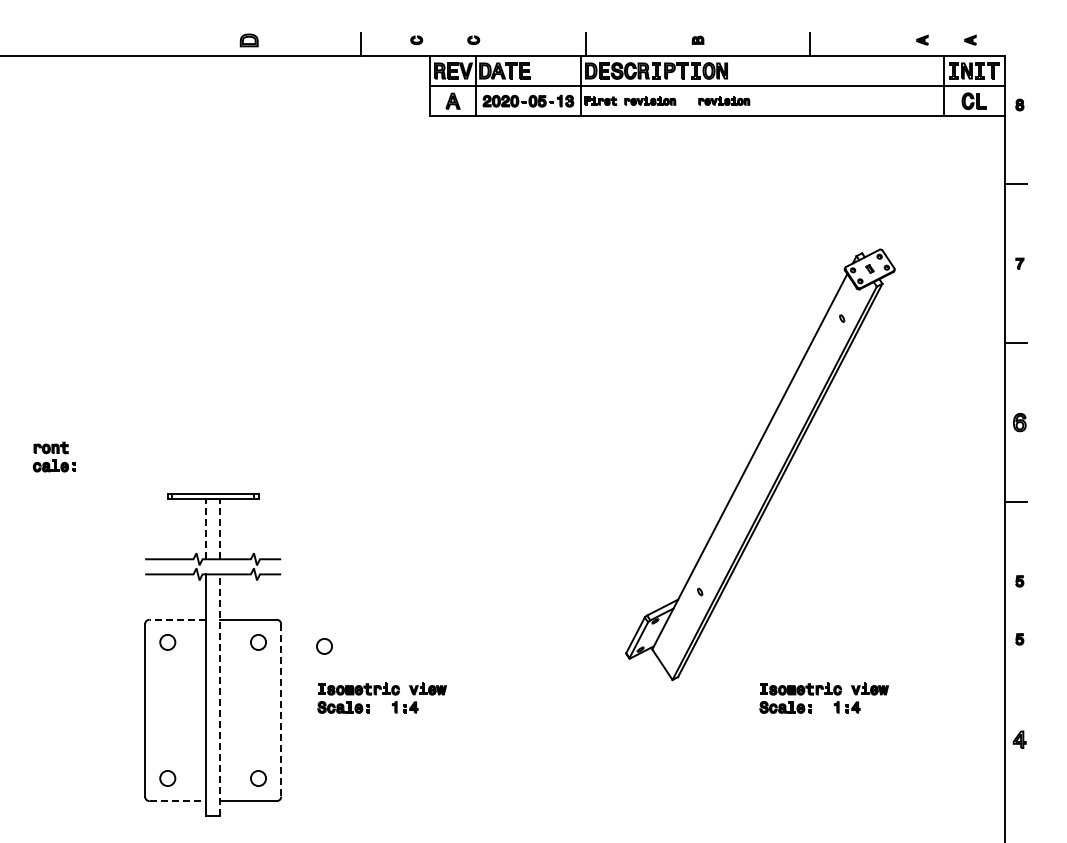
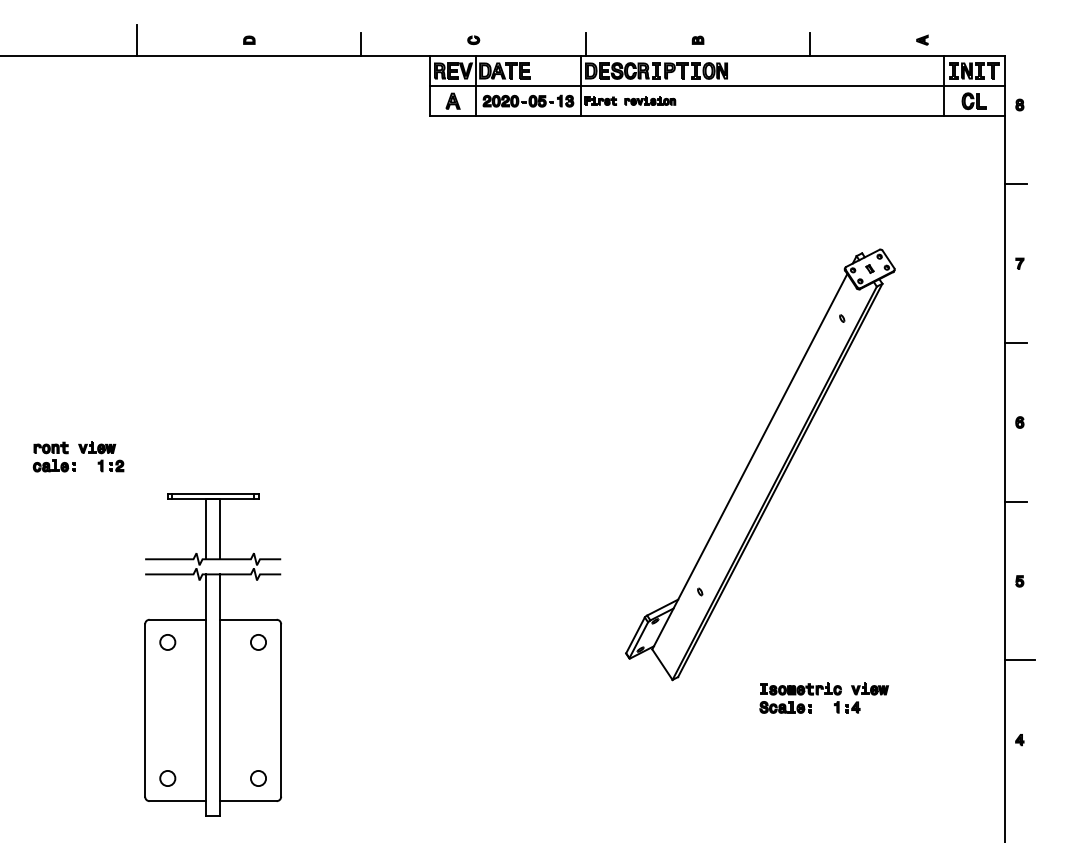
part at (970, 39): present -> none
line at (136, 40): none -> present
part at (248, 40) size: 20x15 px -> 13x10 px
part at (416, 40): present -> none
part at (724, 100): present -> none
part at (1019, 422) size: 14x21 px -> 10x13 px
part at (101, 456): none -> present
line at (206, 528): dashed -> solid
line at (219, 528): dashed -> solid
line at (177, 619): dashed -> solid
part at (1019, 639): present -> none
circle at (324, 646): present -> none
line at (1019, 660): none -> present
line at (219, 695): dashed -> solid
part at (381, 697): present -> none
line at (281, 710): dashed -> solid
part at (1019, 739) size: 15x19 px -> 10x13 px
line at (178, 801): dashed -> solid
